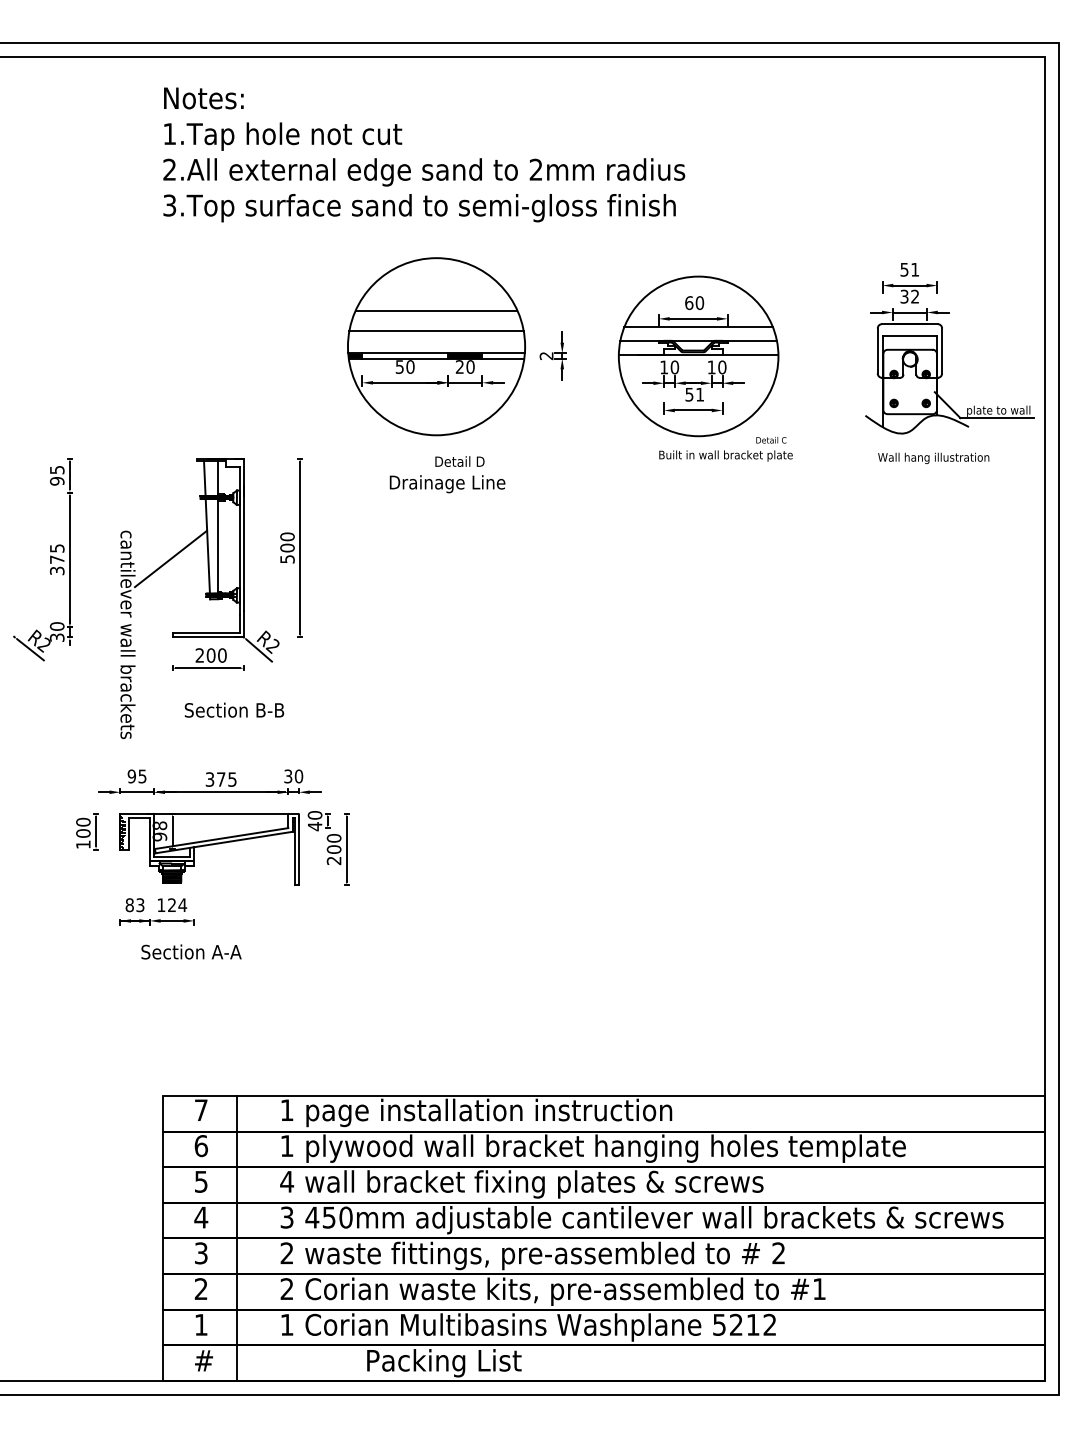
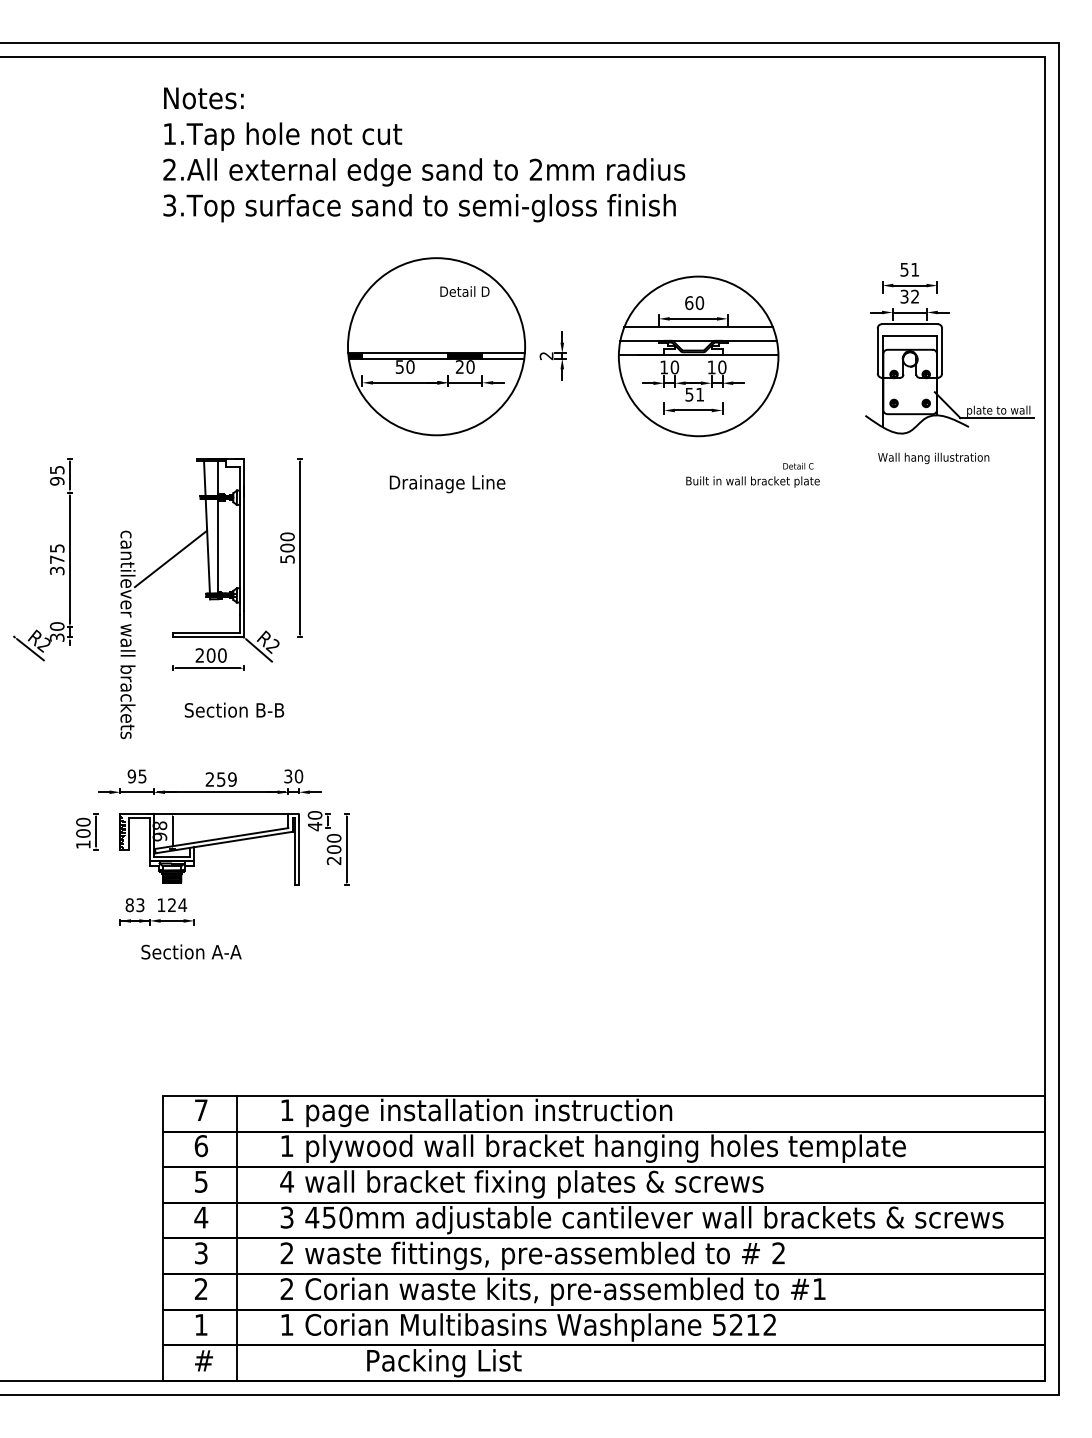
line at (436, 310): present -> none
line at (436, 331): present -> none
text at (725, 448) position: (725, 448) -> (752, 474)
text at (459, 461) position: (459, 461) -> (464, 291)
text at (220, 779): 375 -> 259
